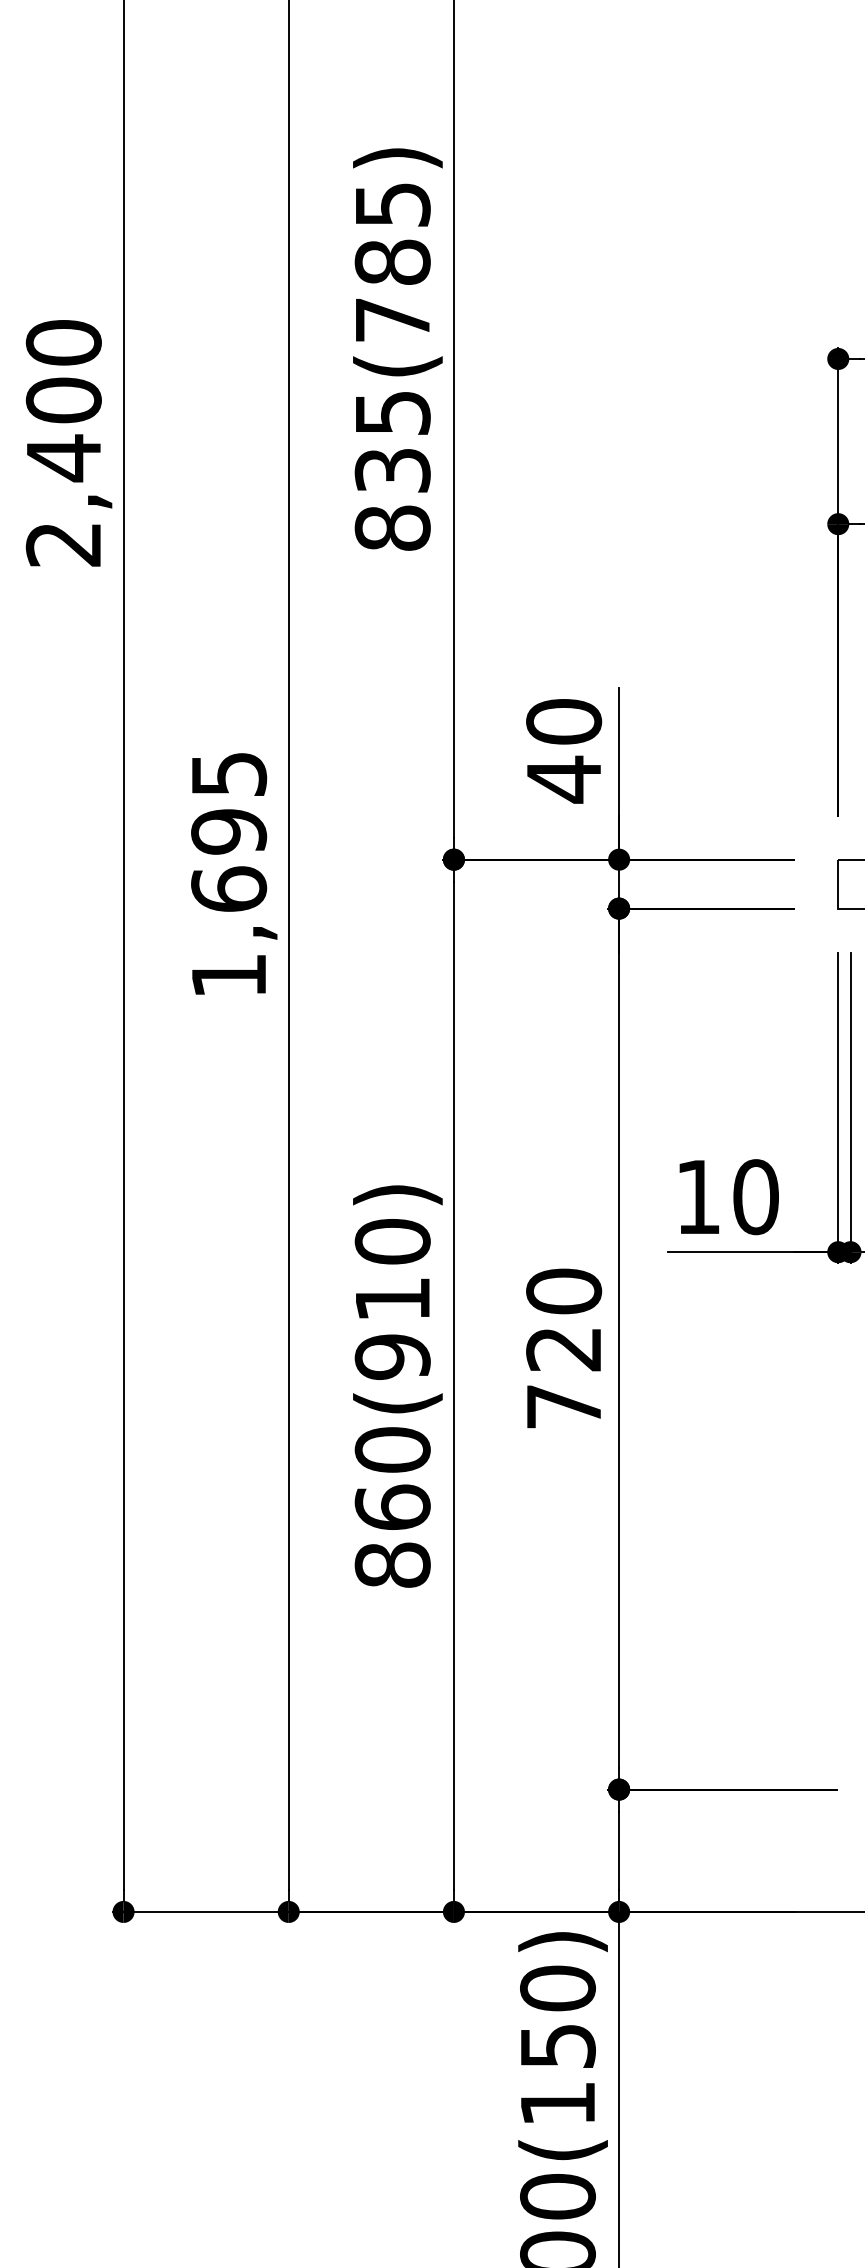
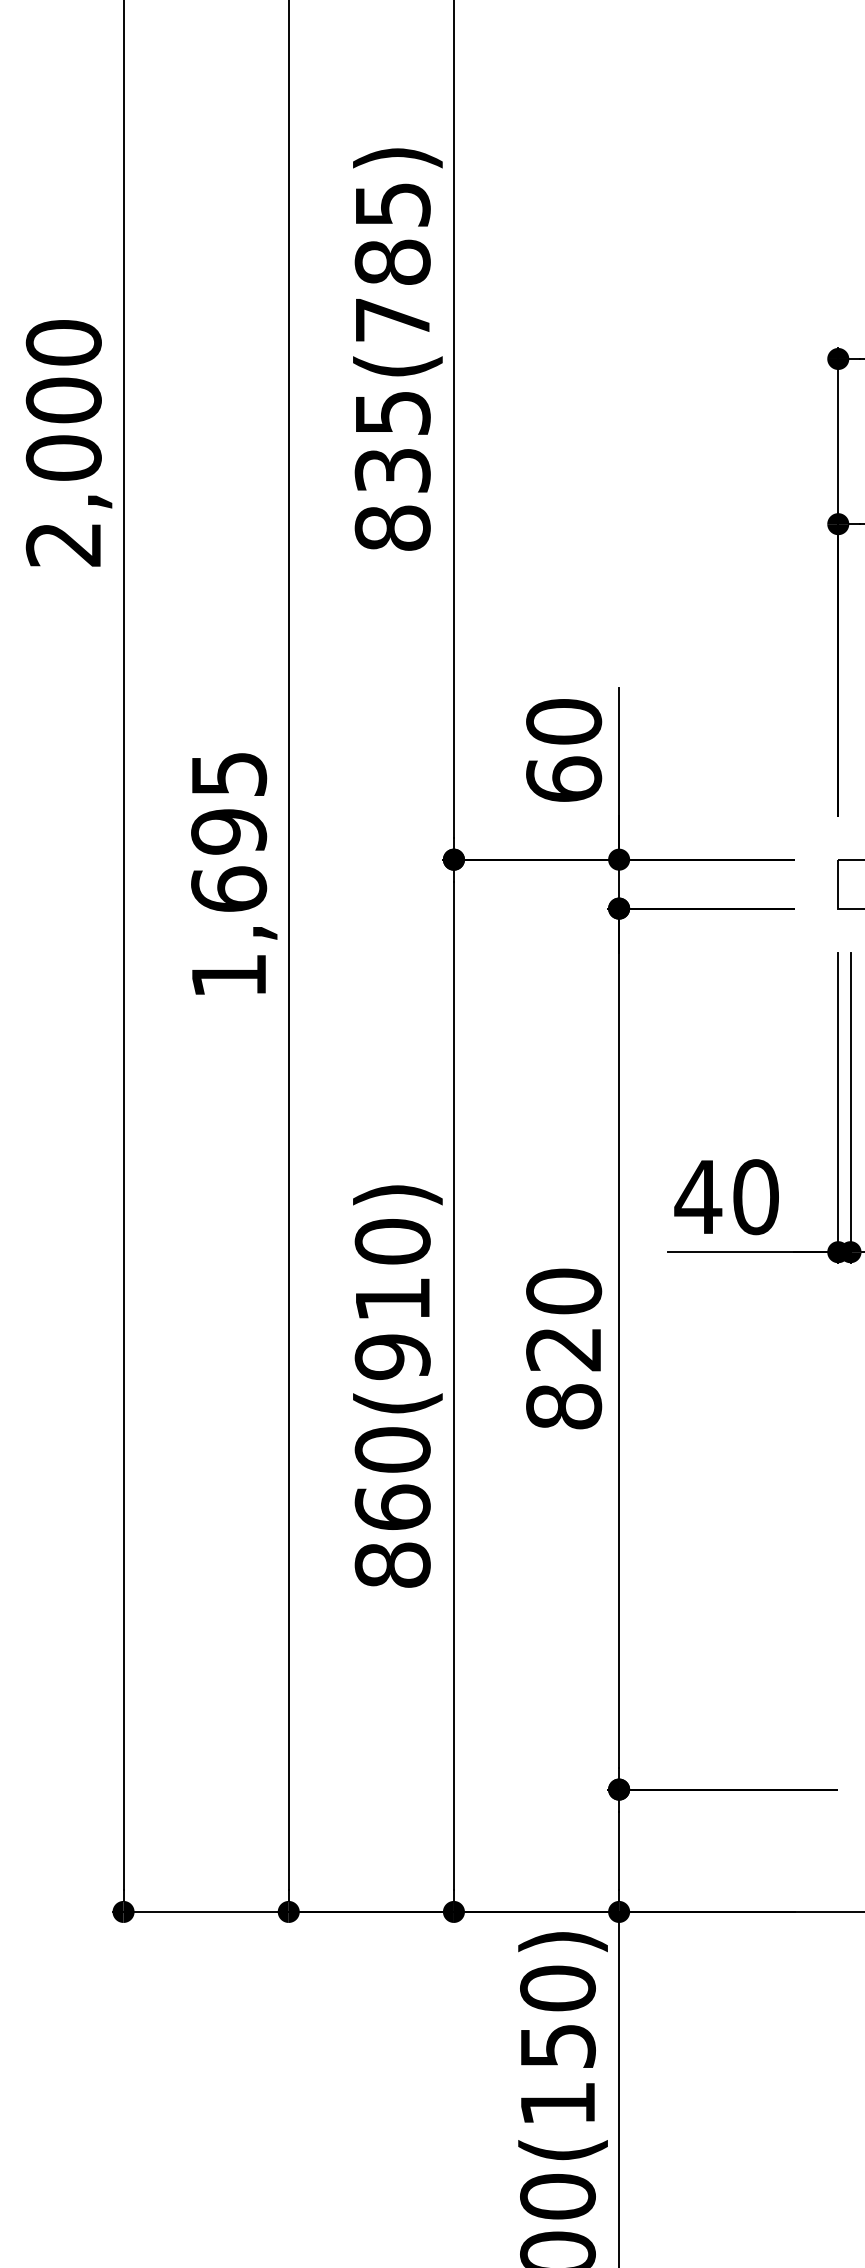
text at (63, 458): 2,400 -> 2,000
text at (564, 779): 40 -> 60
text at (698, 1196): 10 -> 40
text at (564, 1406): 720 -> 820
